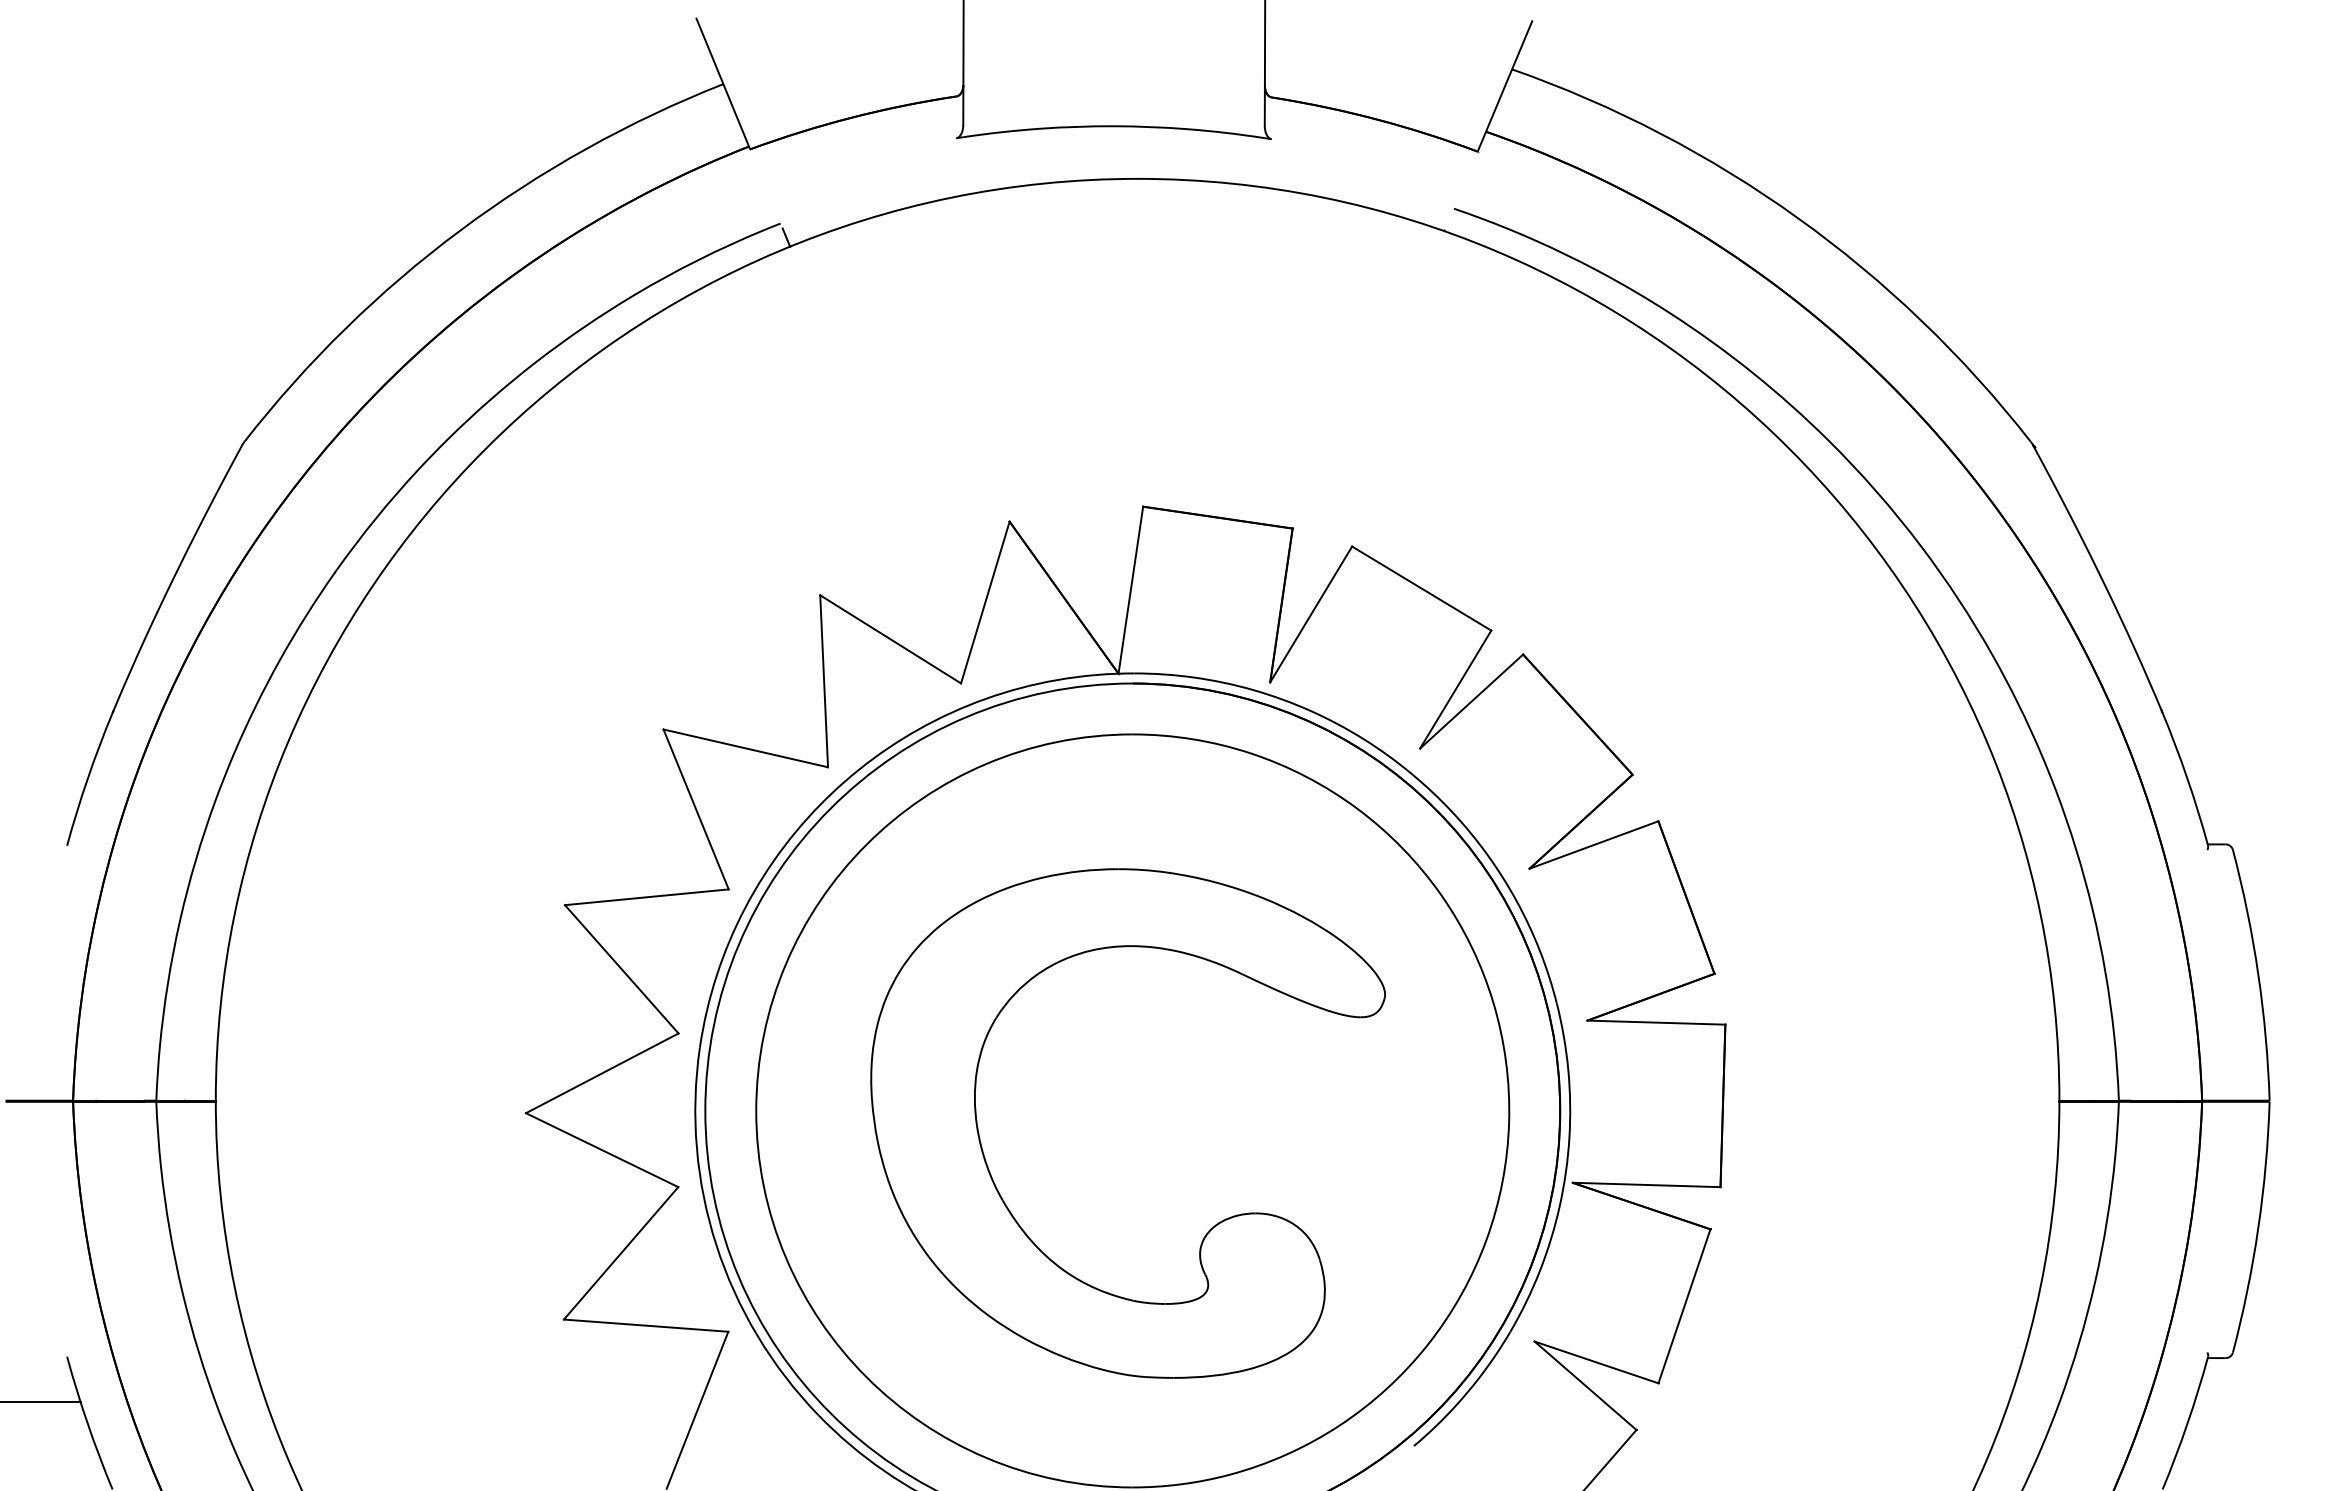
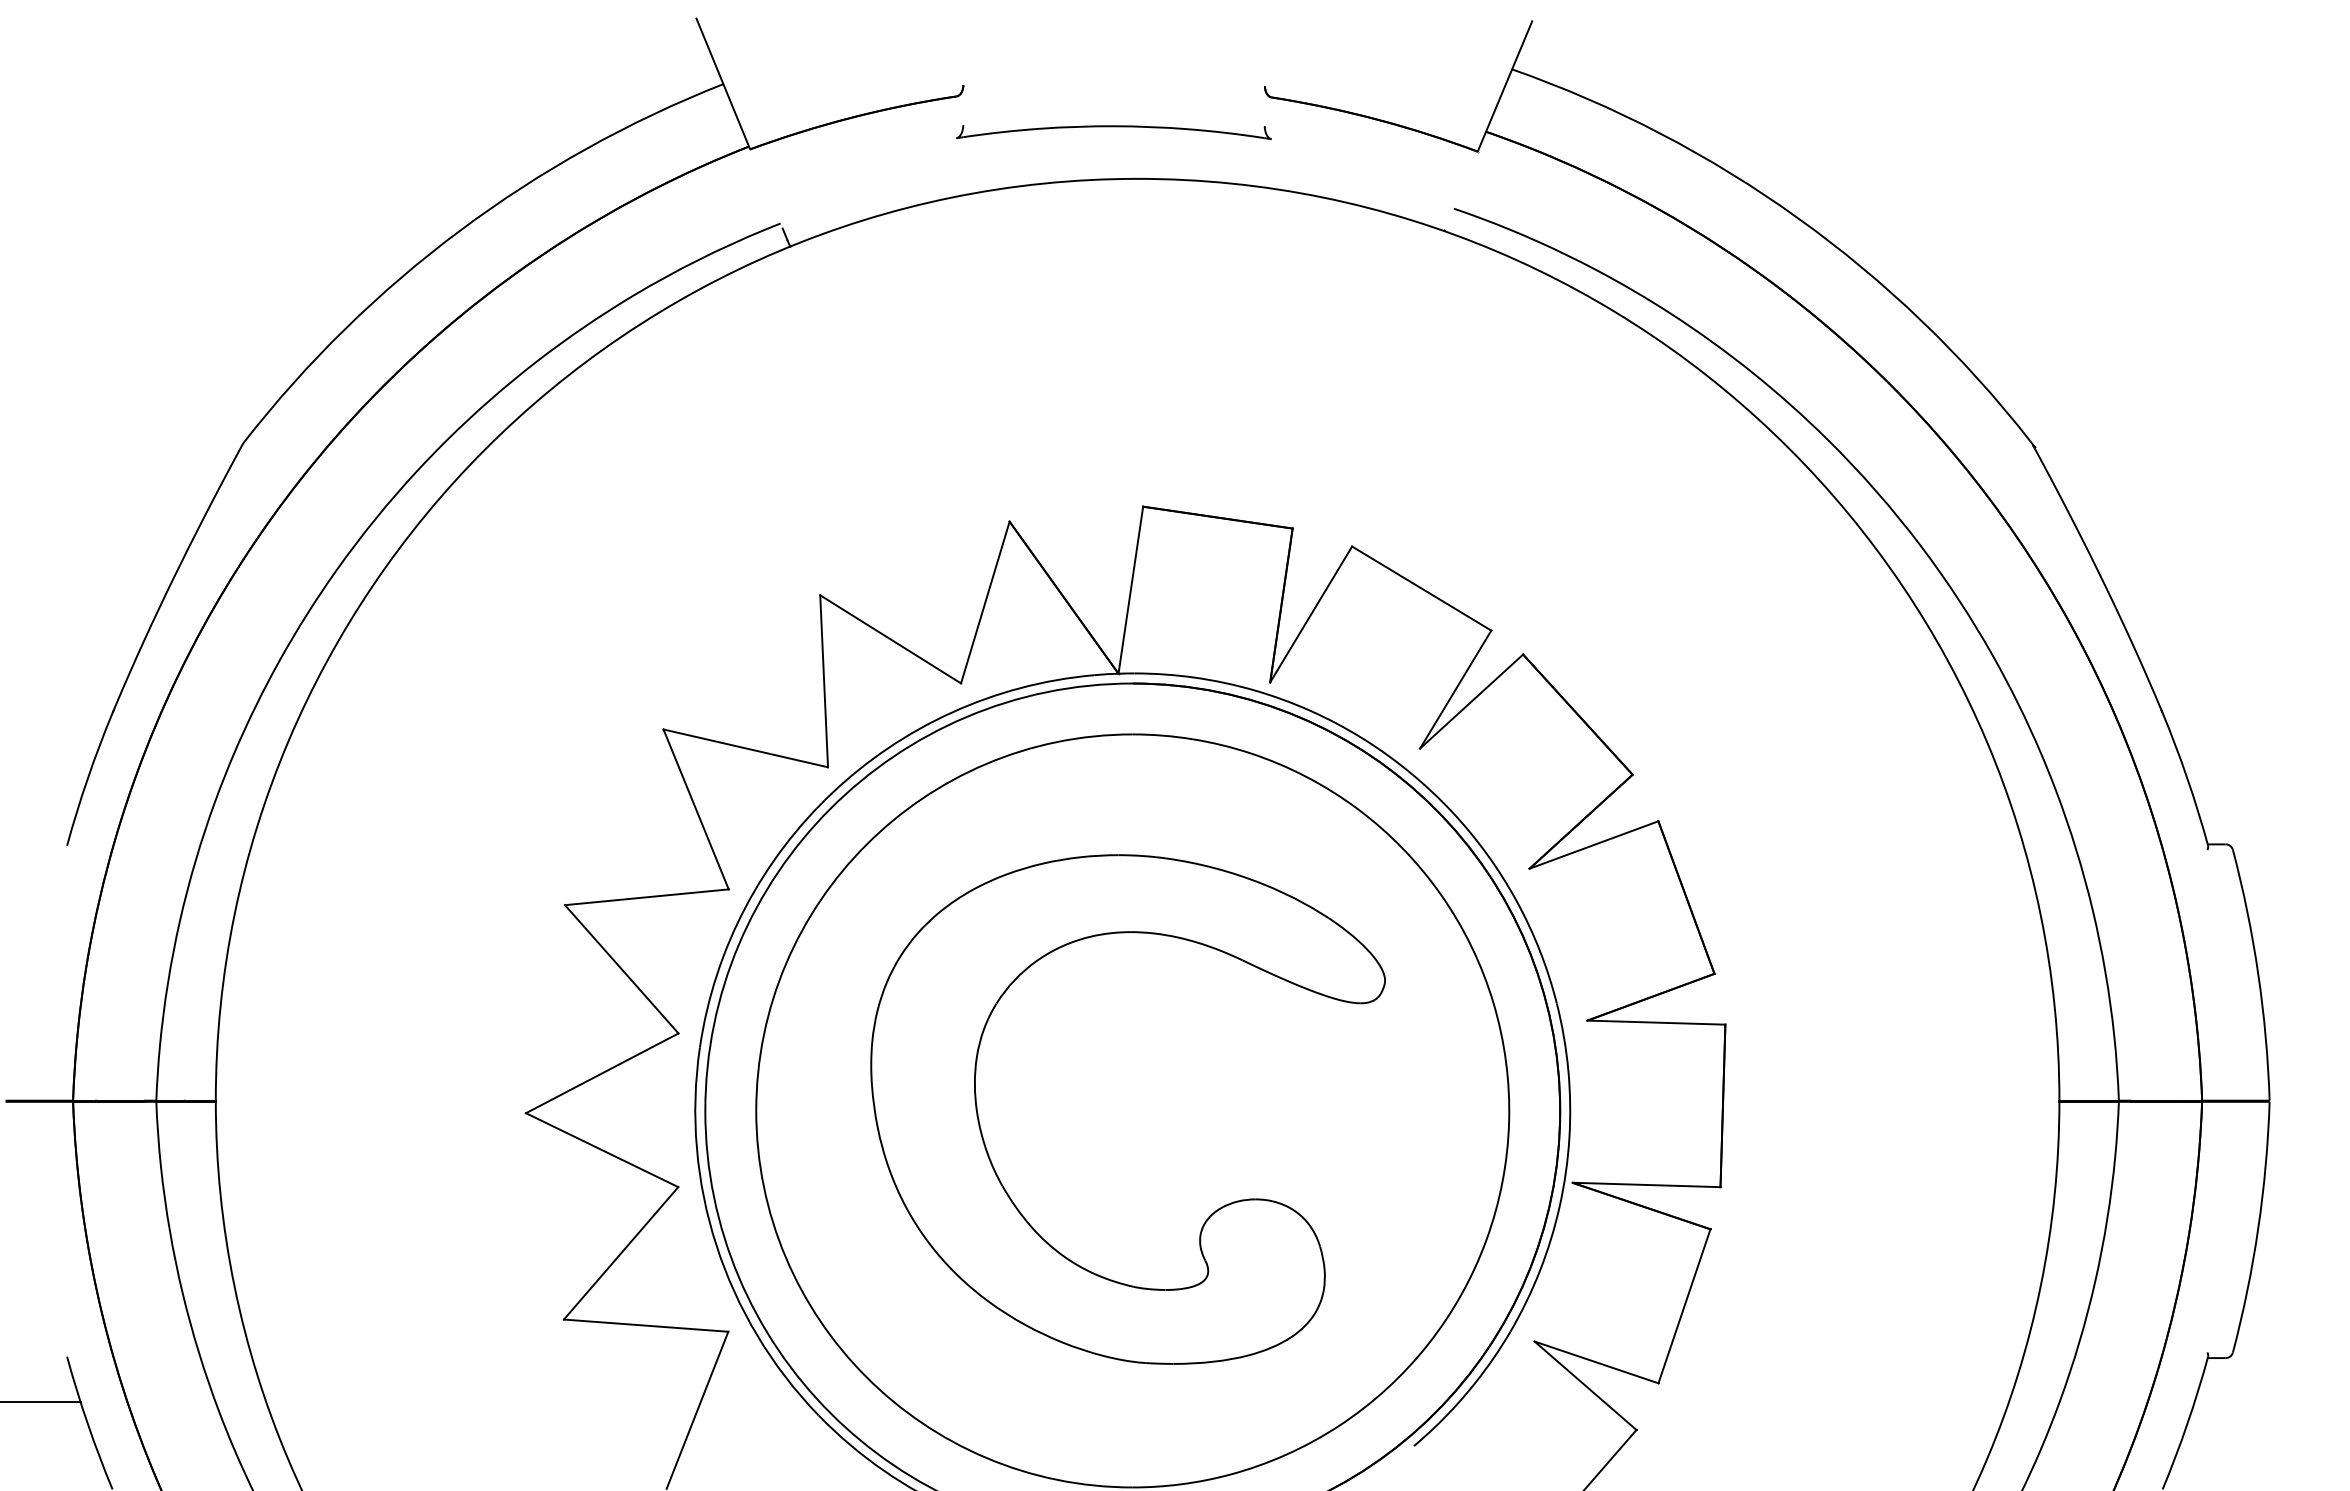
line at (963, 63): present -> none
line at (1264, 64): present -> none
part at (1211, 1227) position: (1211, 1227) -> (1211, 1213)
